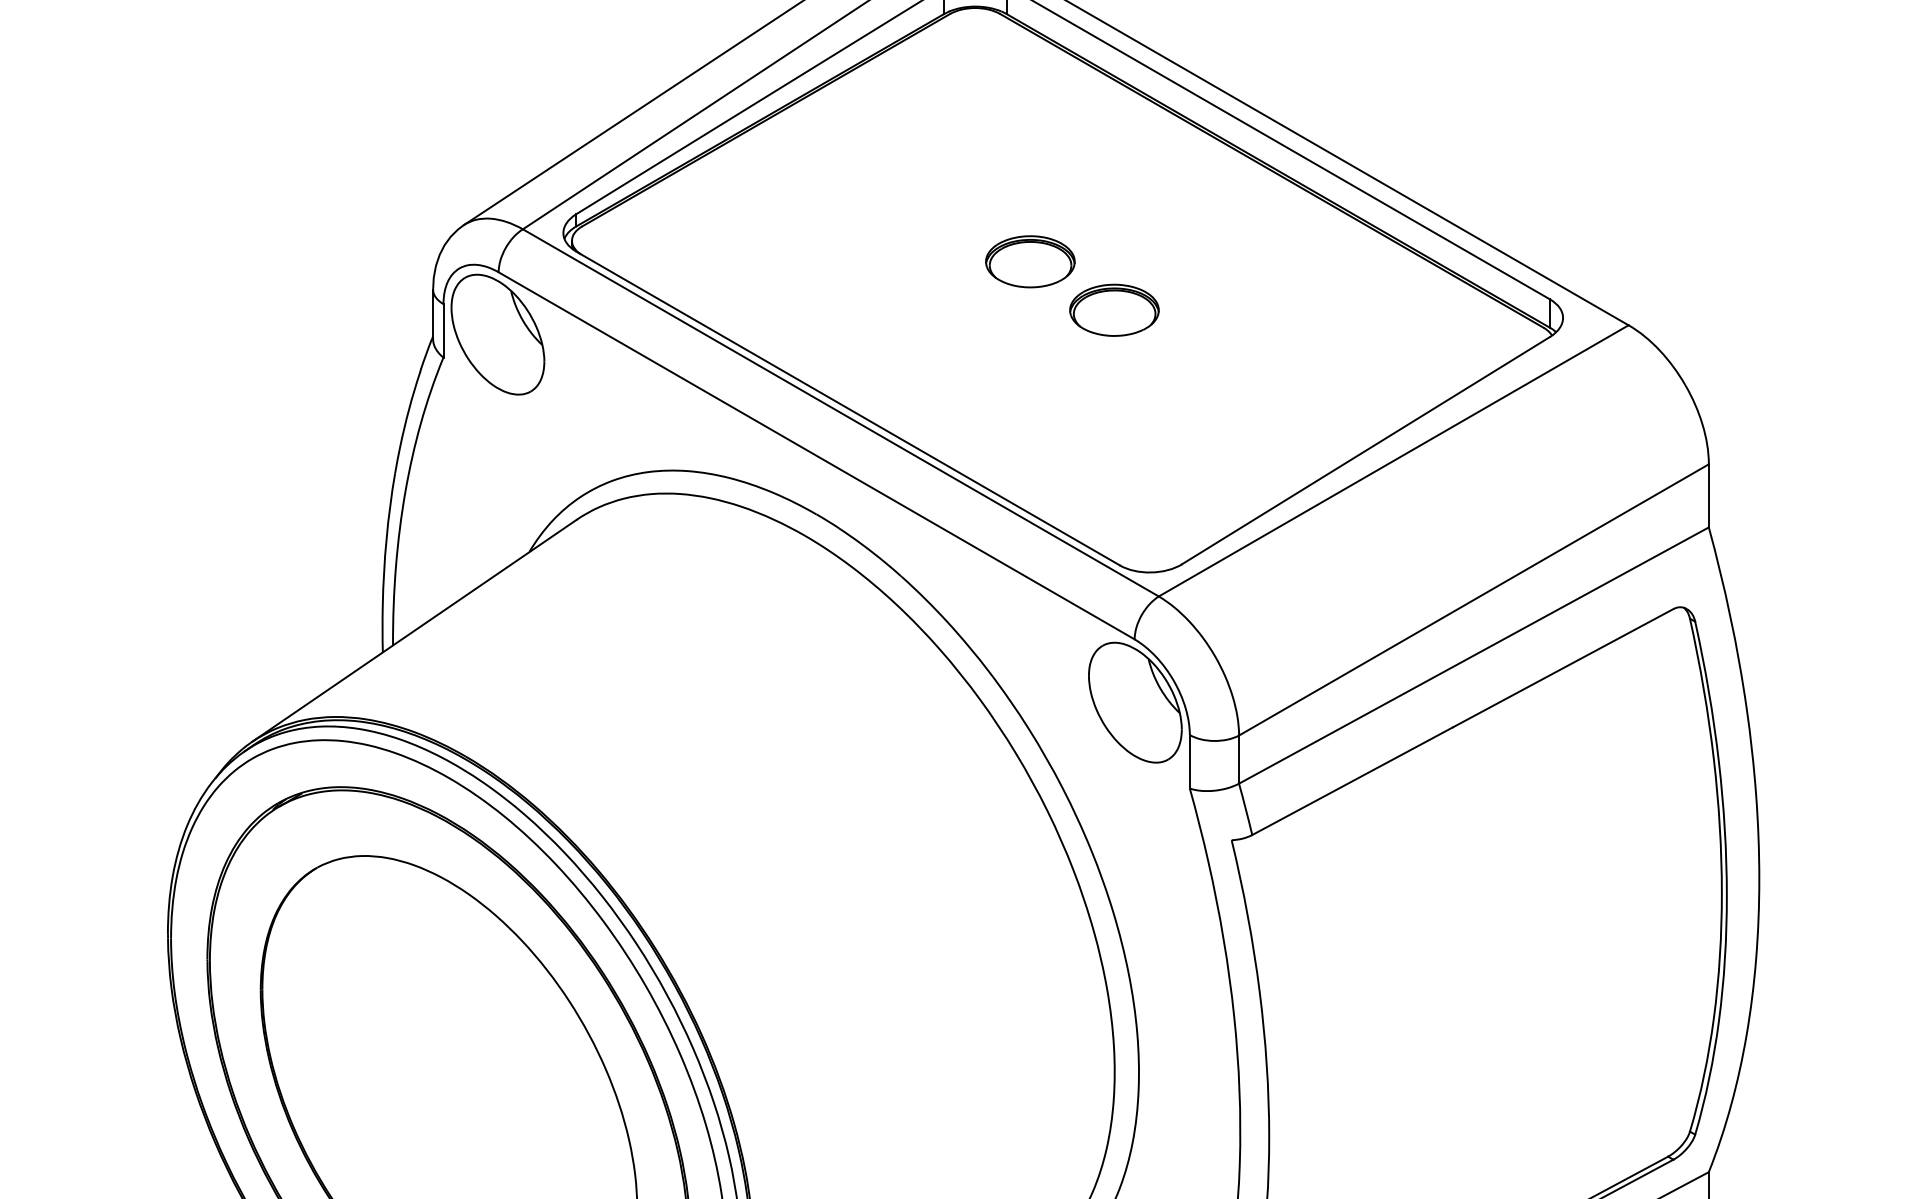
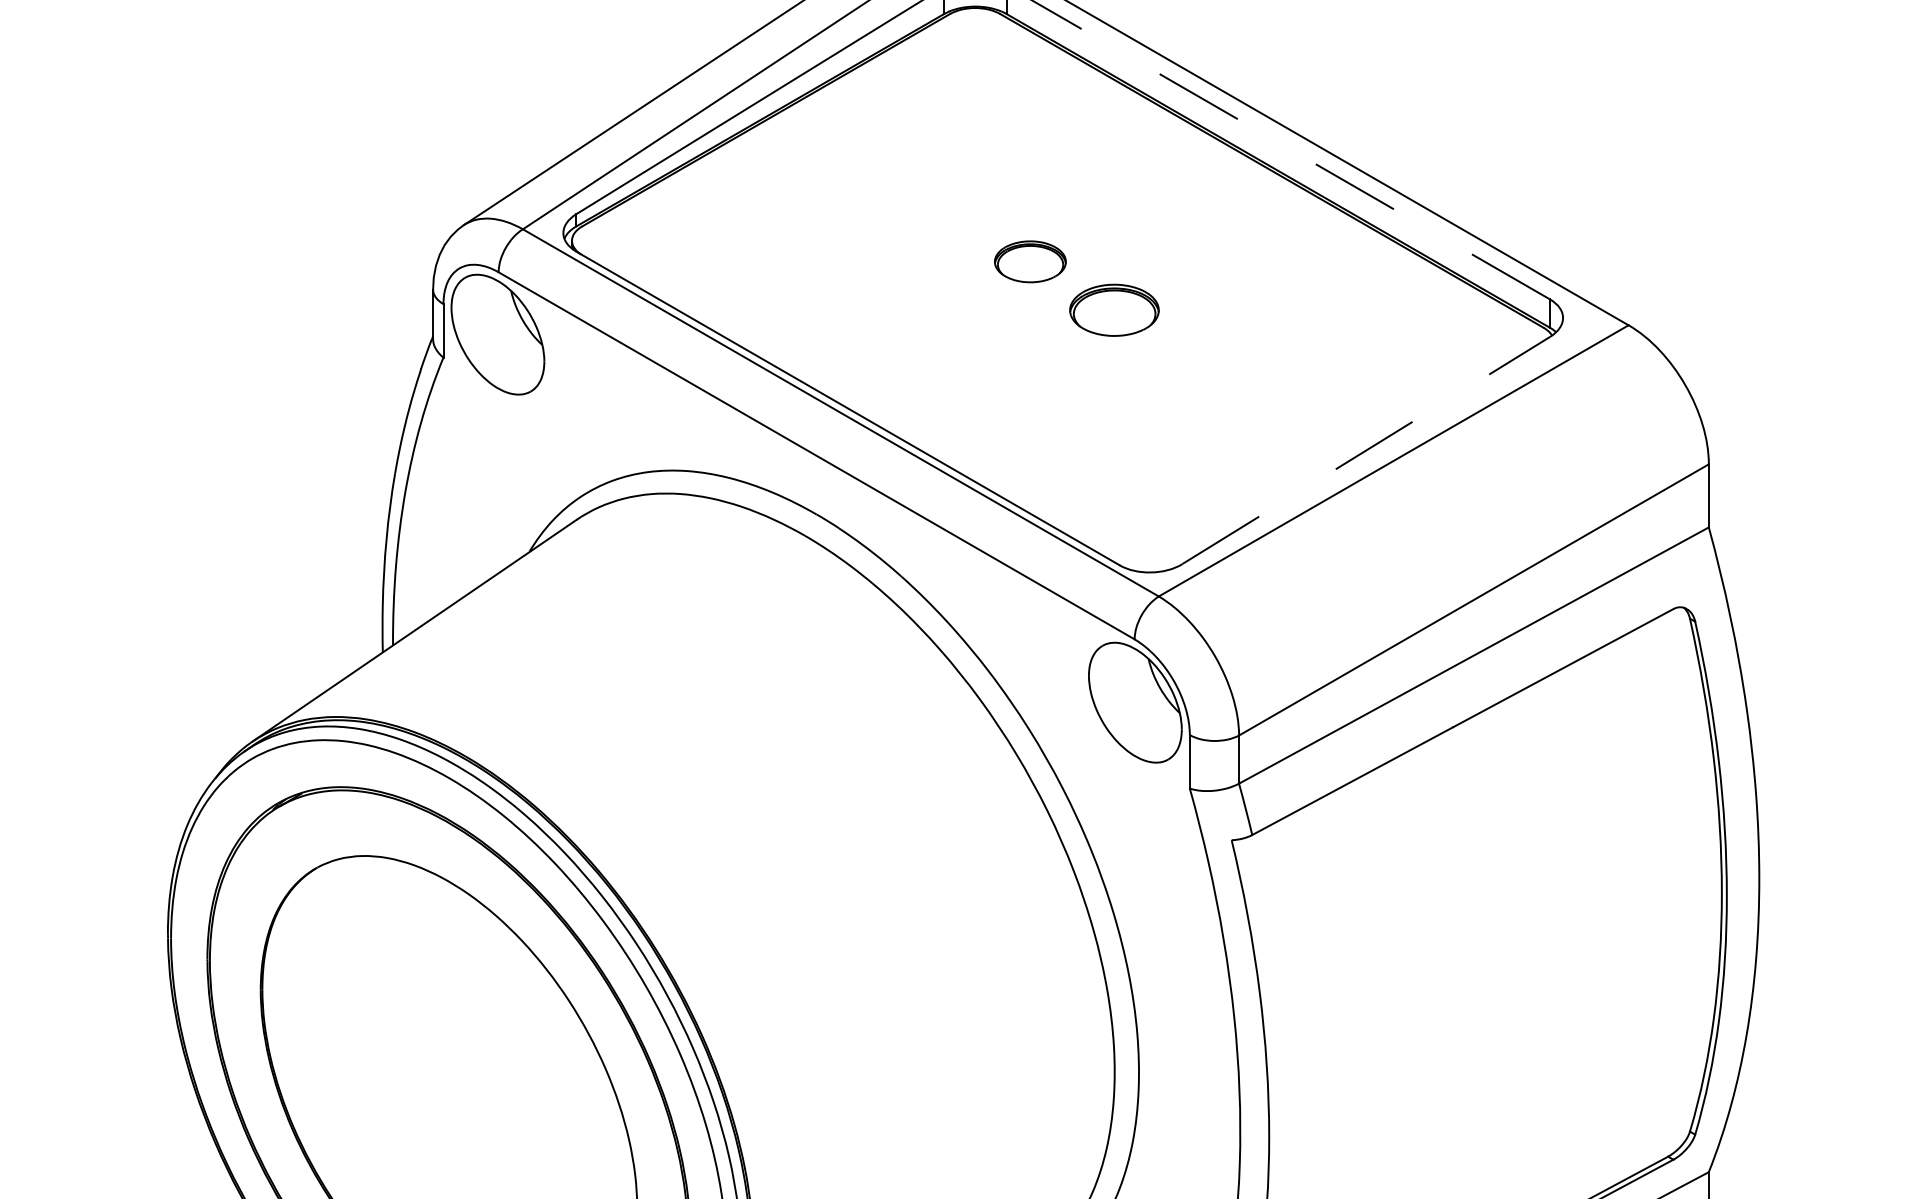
line at (1290, 149): solid -> dashed
part at (1030, 261) size: 91x54 px -> 73x44 px
line at (1366, 450): solid -> dashed
